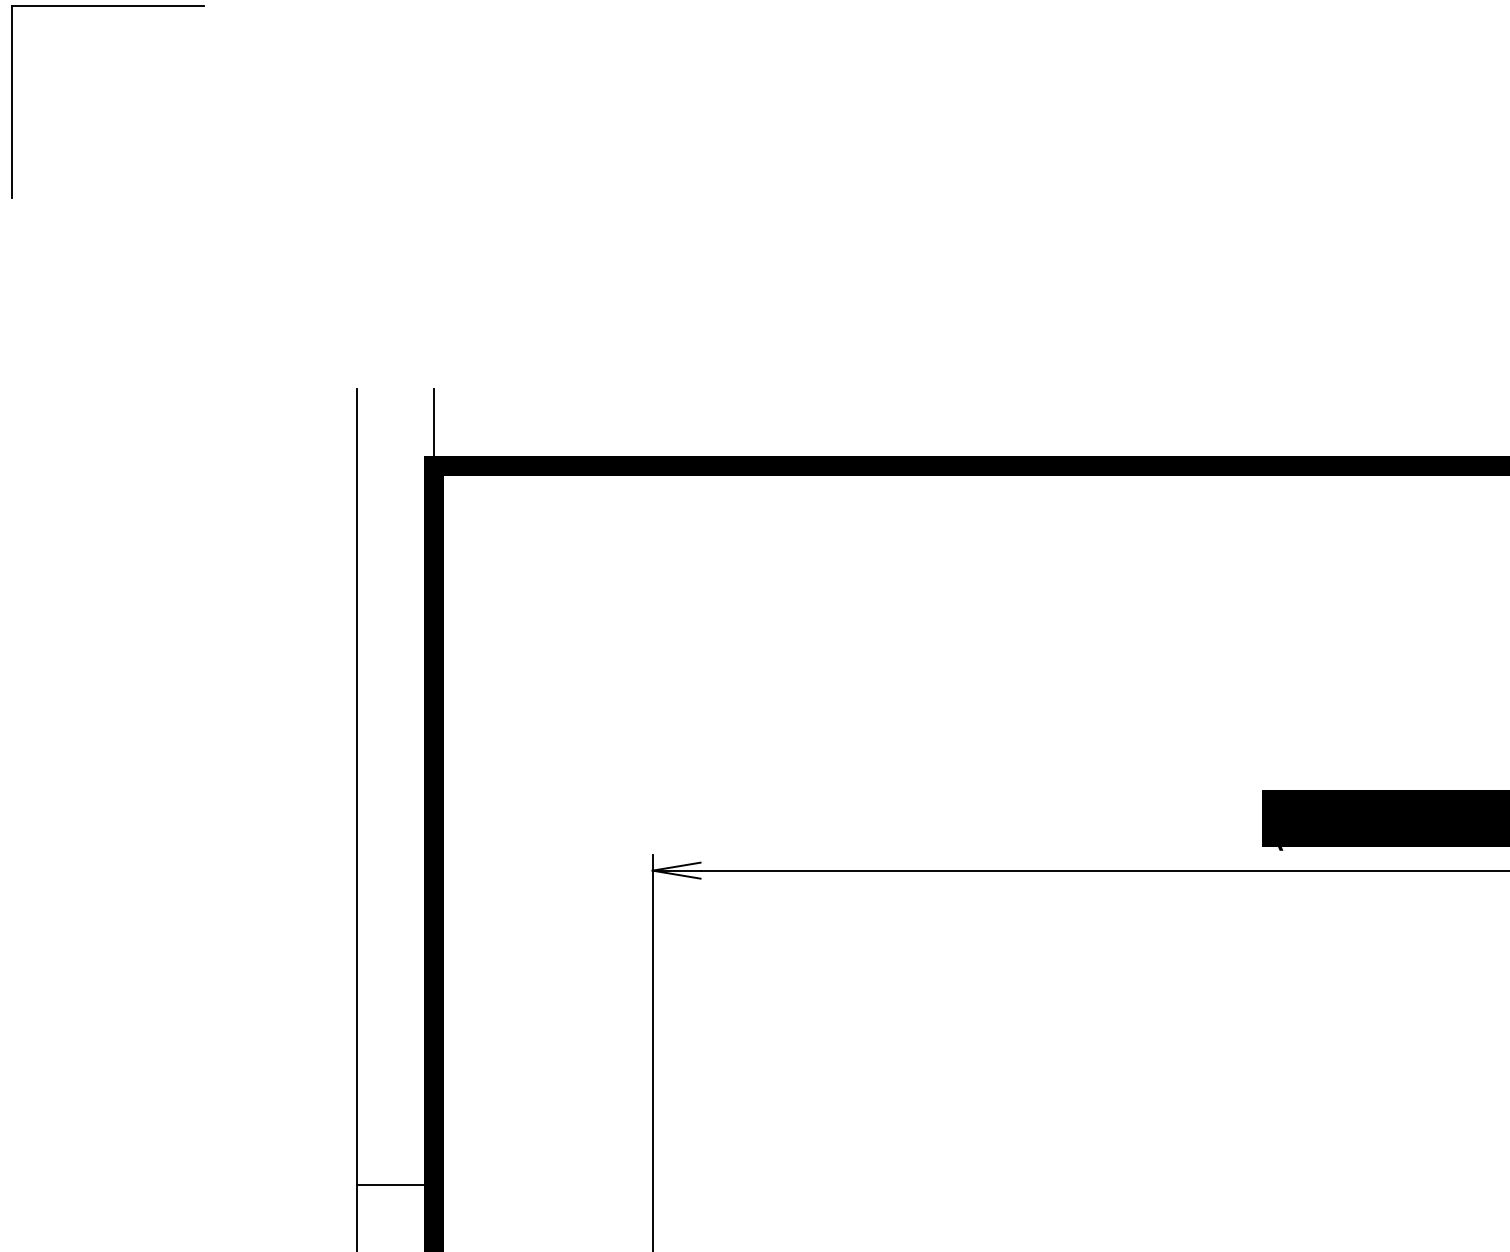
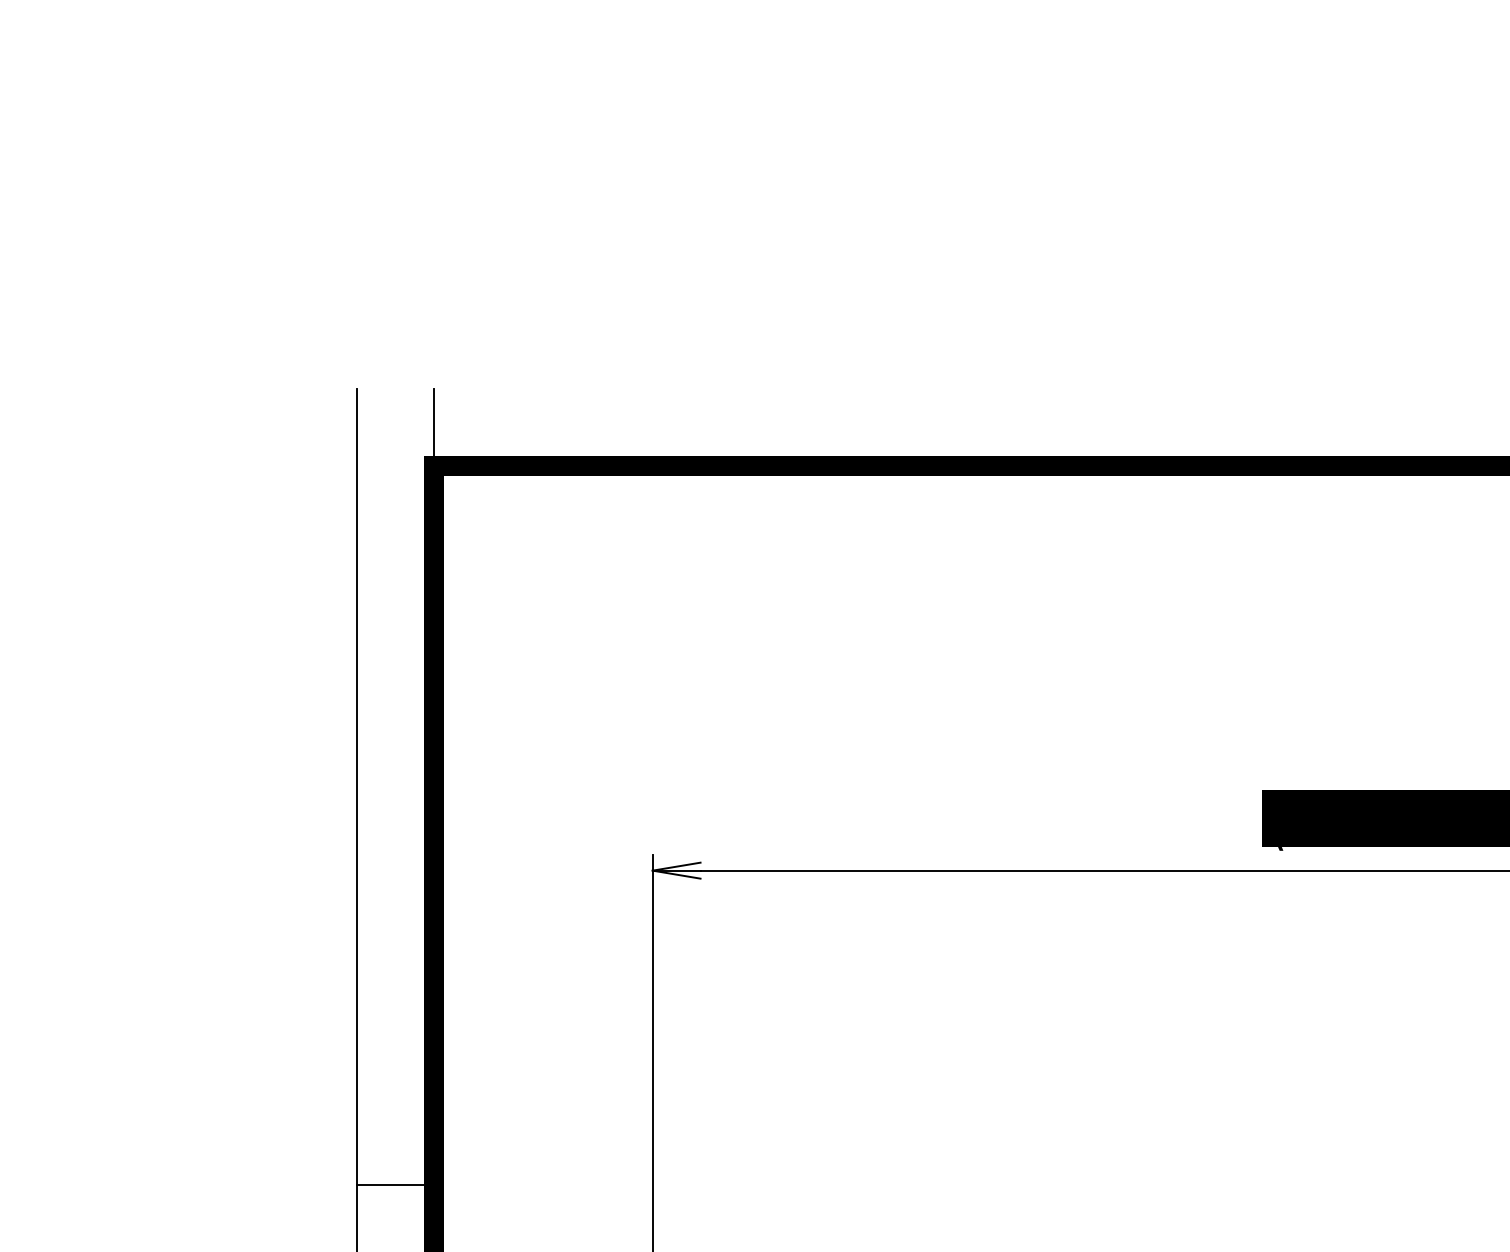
part at (107, 6): present -> none
